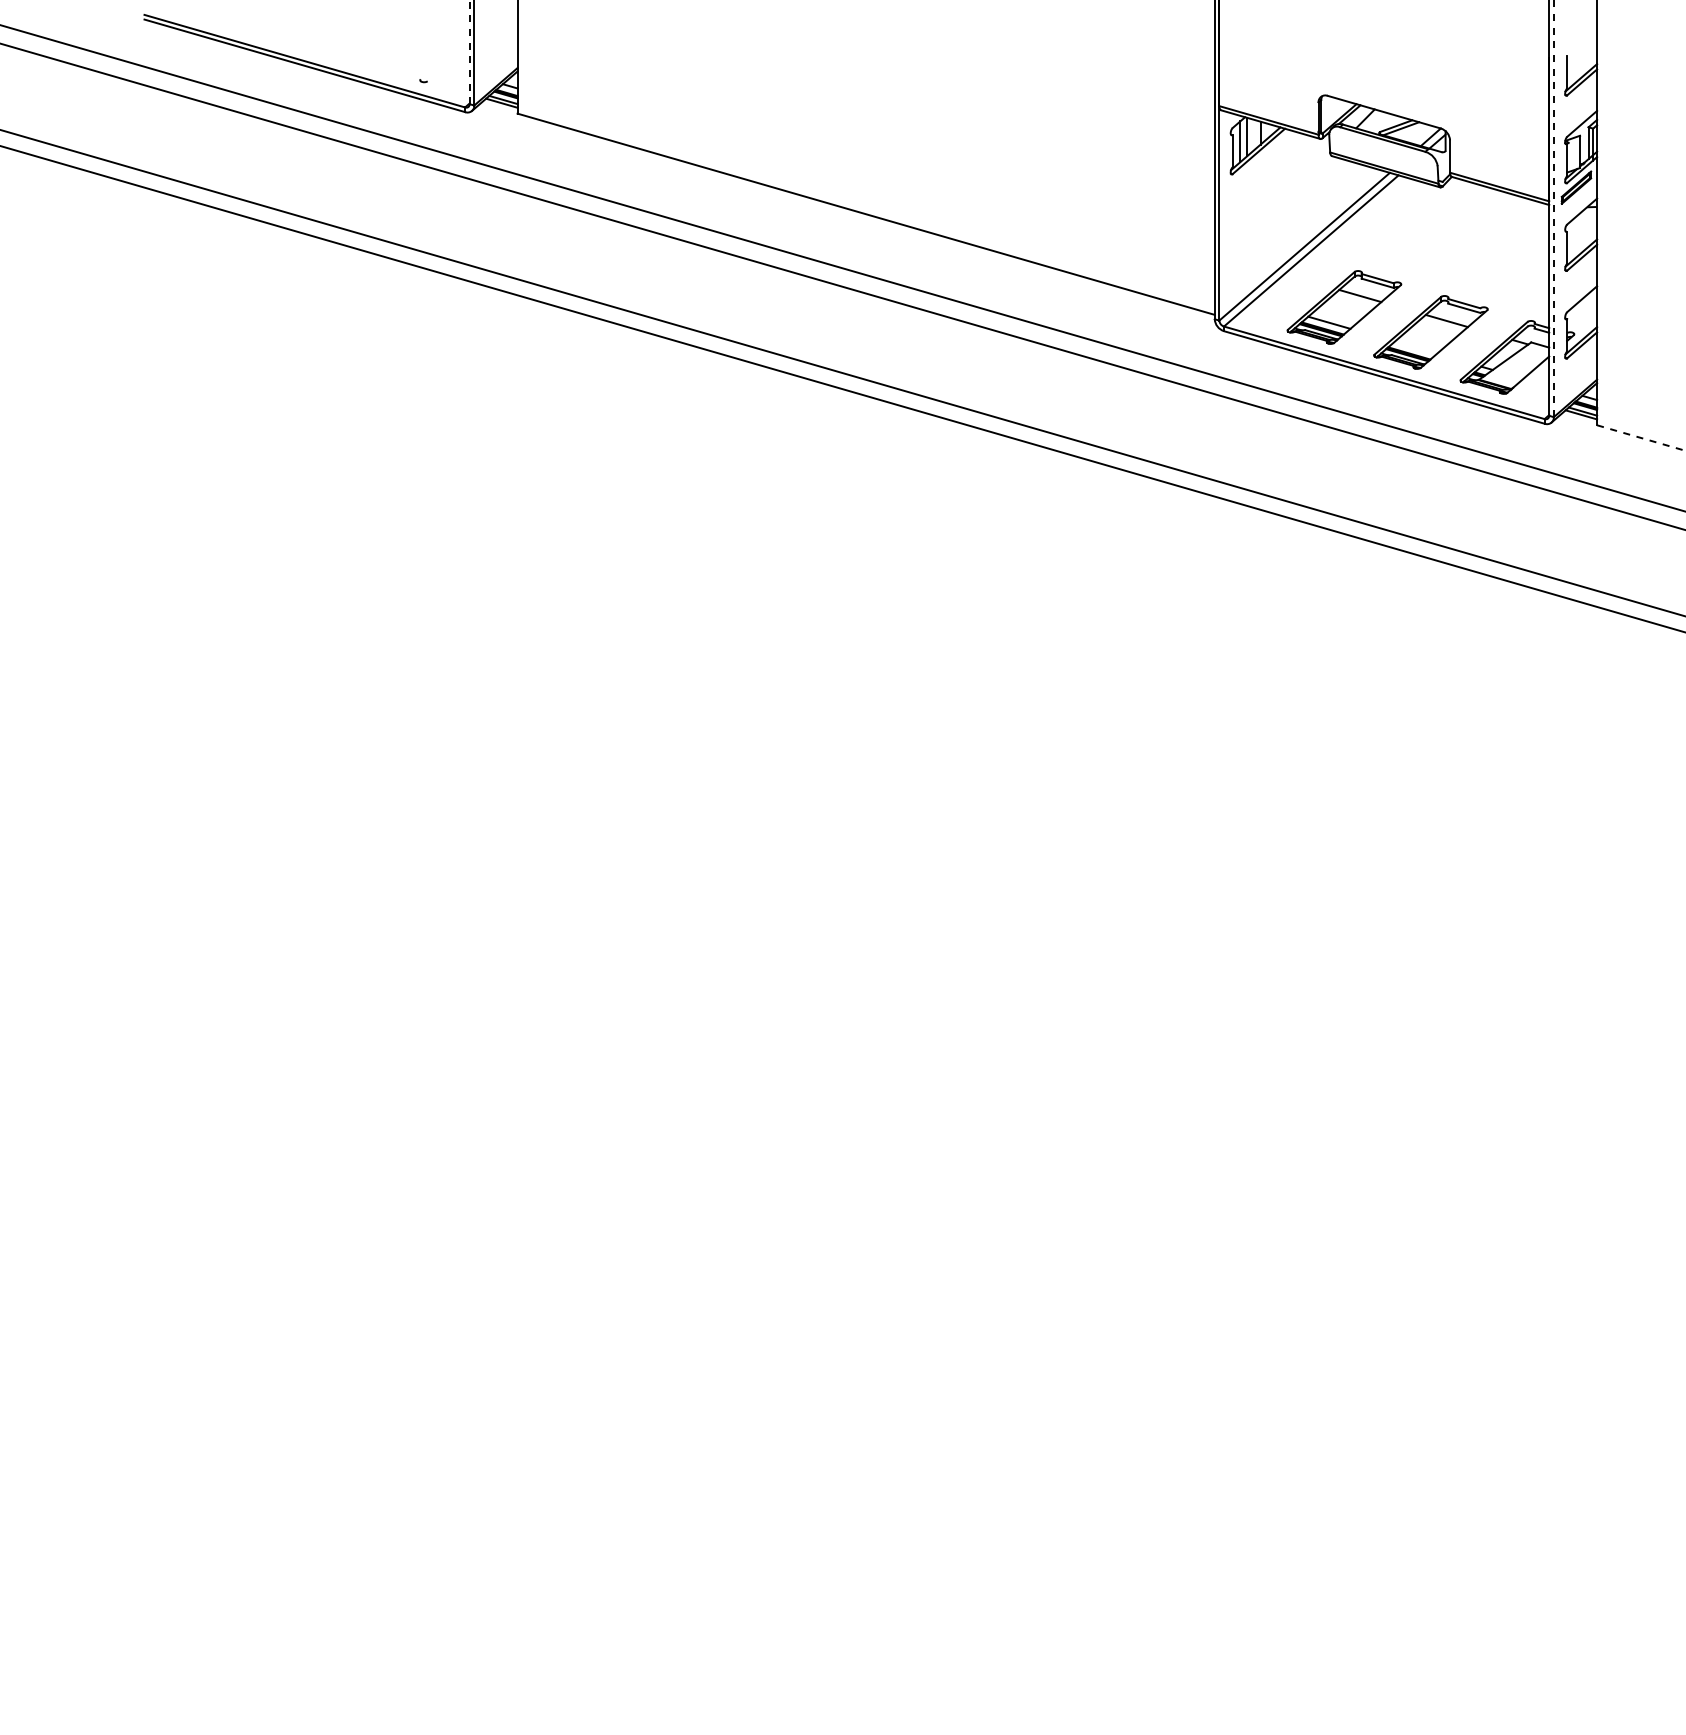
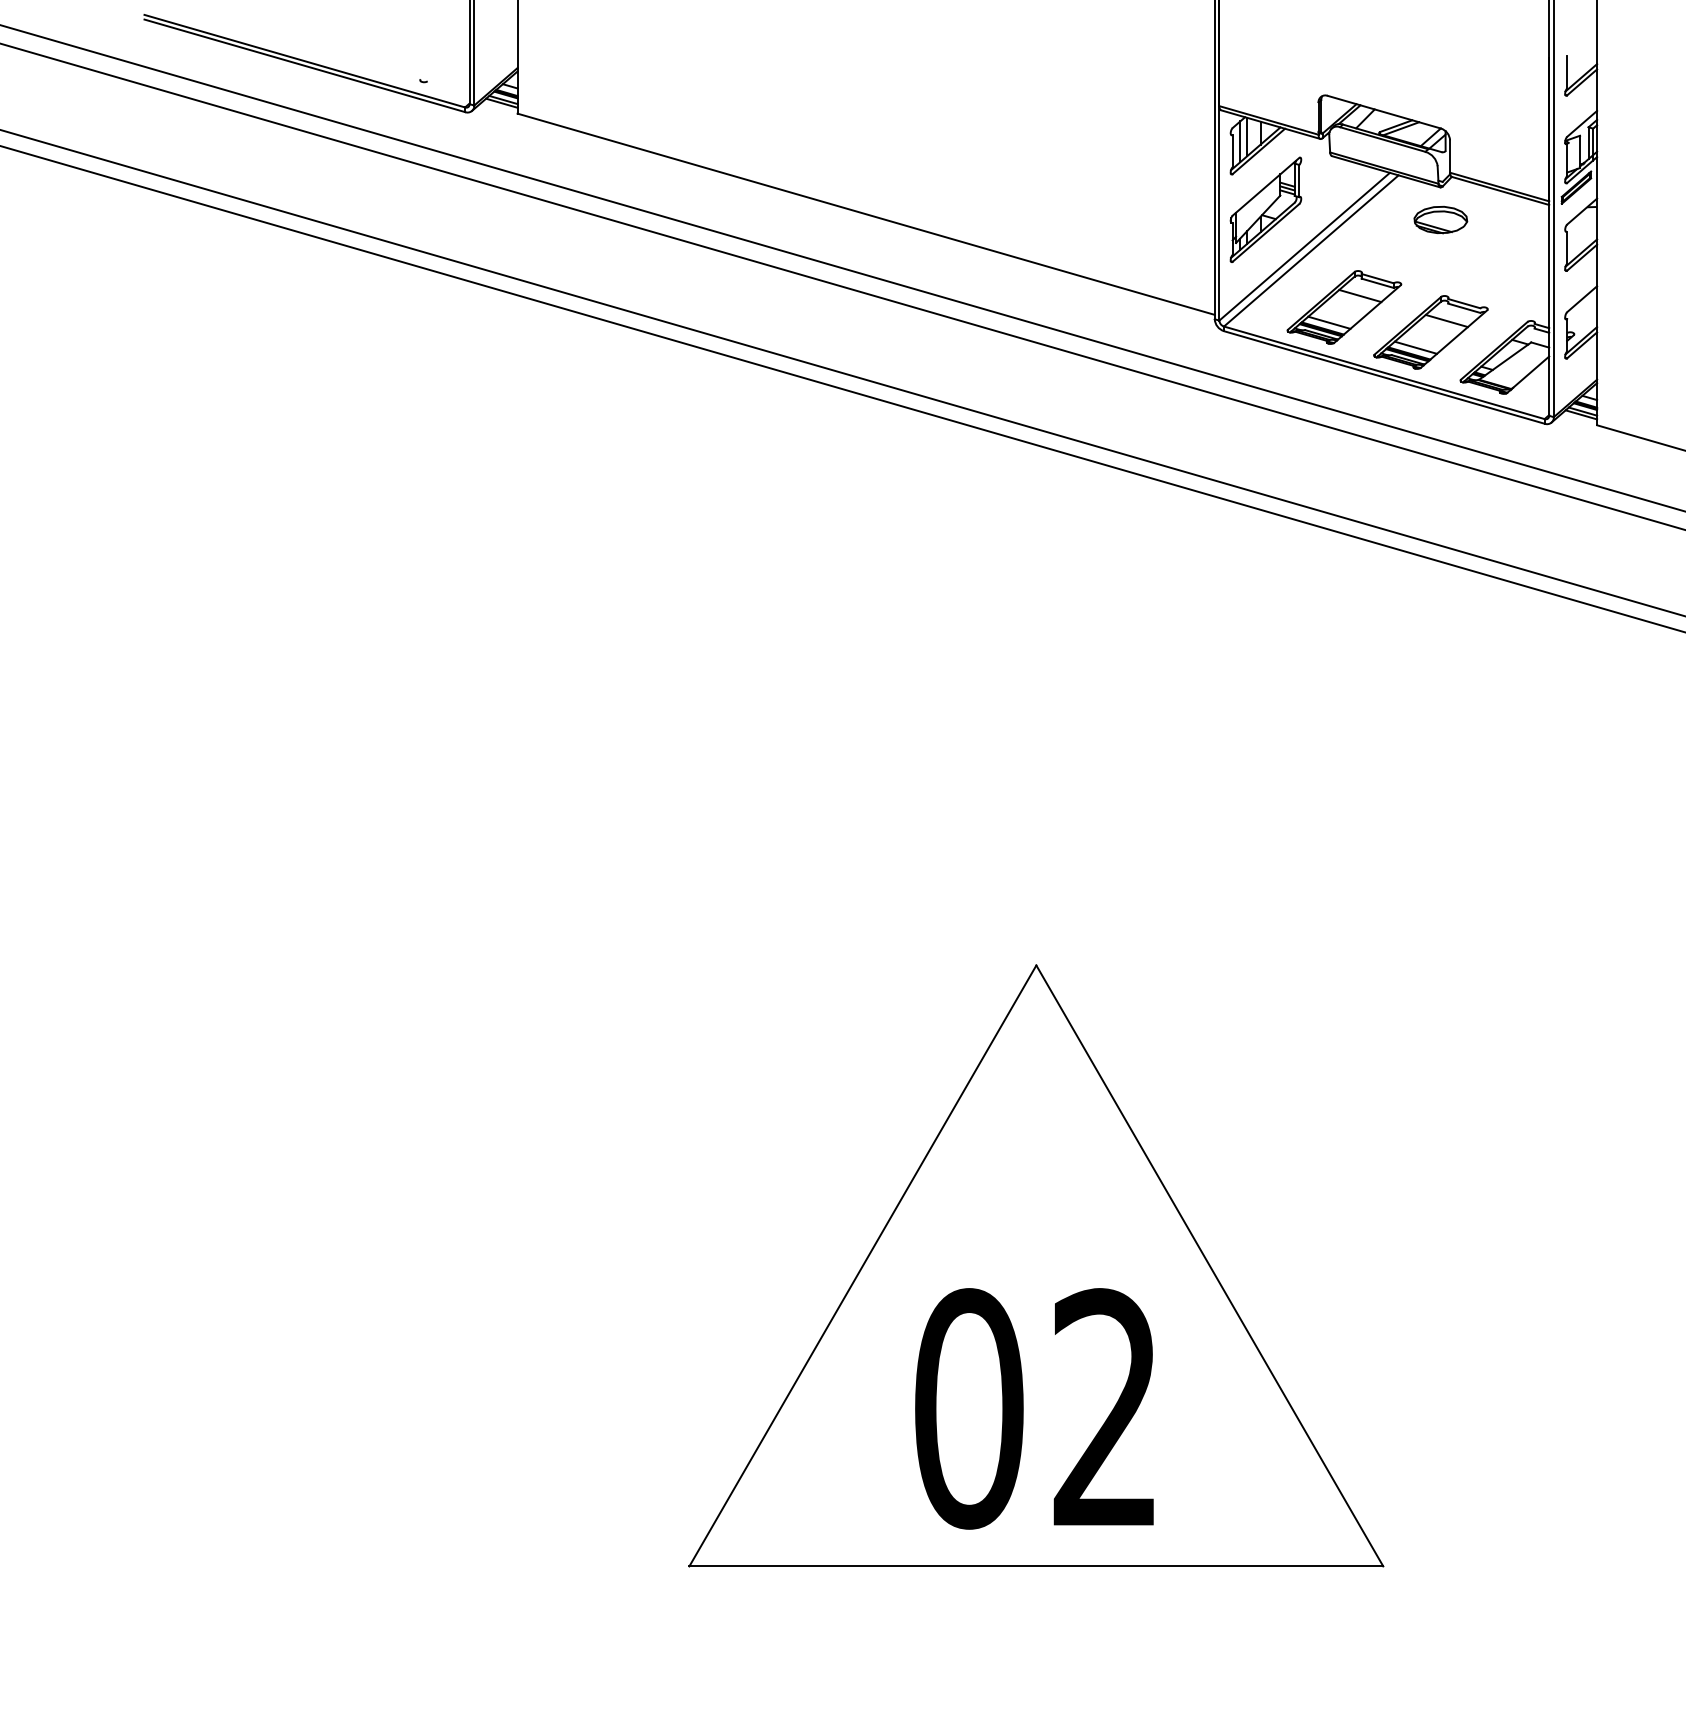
line at (469, 52): dashed -> solid
line at (1553, 208): dashed -> solid
part at (1265, 209): none -> present
part at (1440, 219): none -> present
line at (1415, 347): none -> present
line at (1641, 438): dashed -> solid
part at (1036, 1265): none -> present
